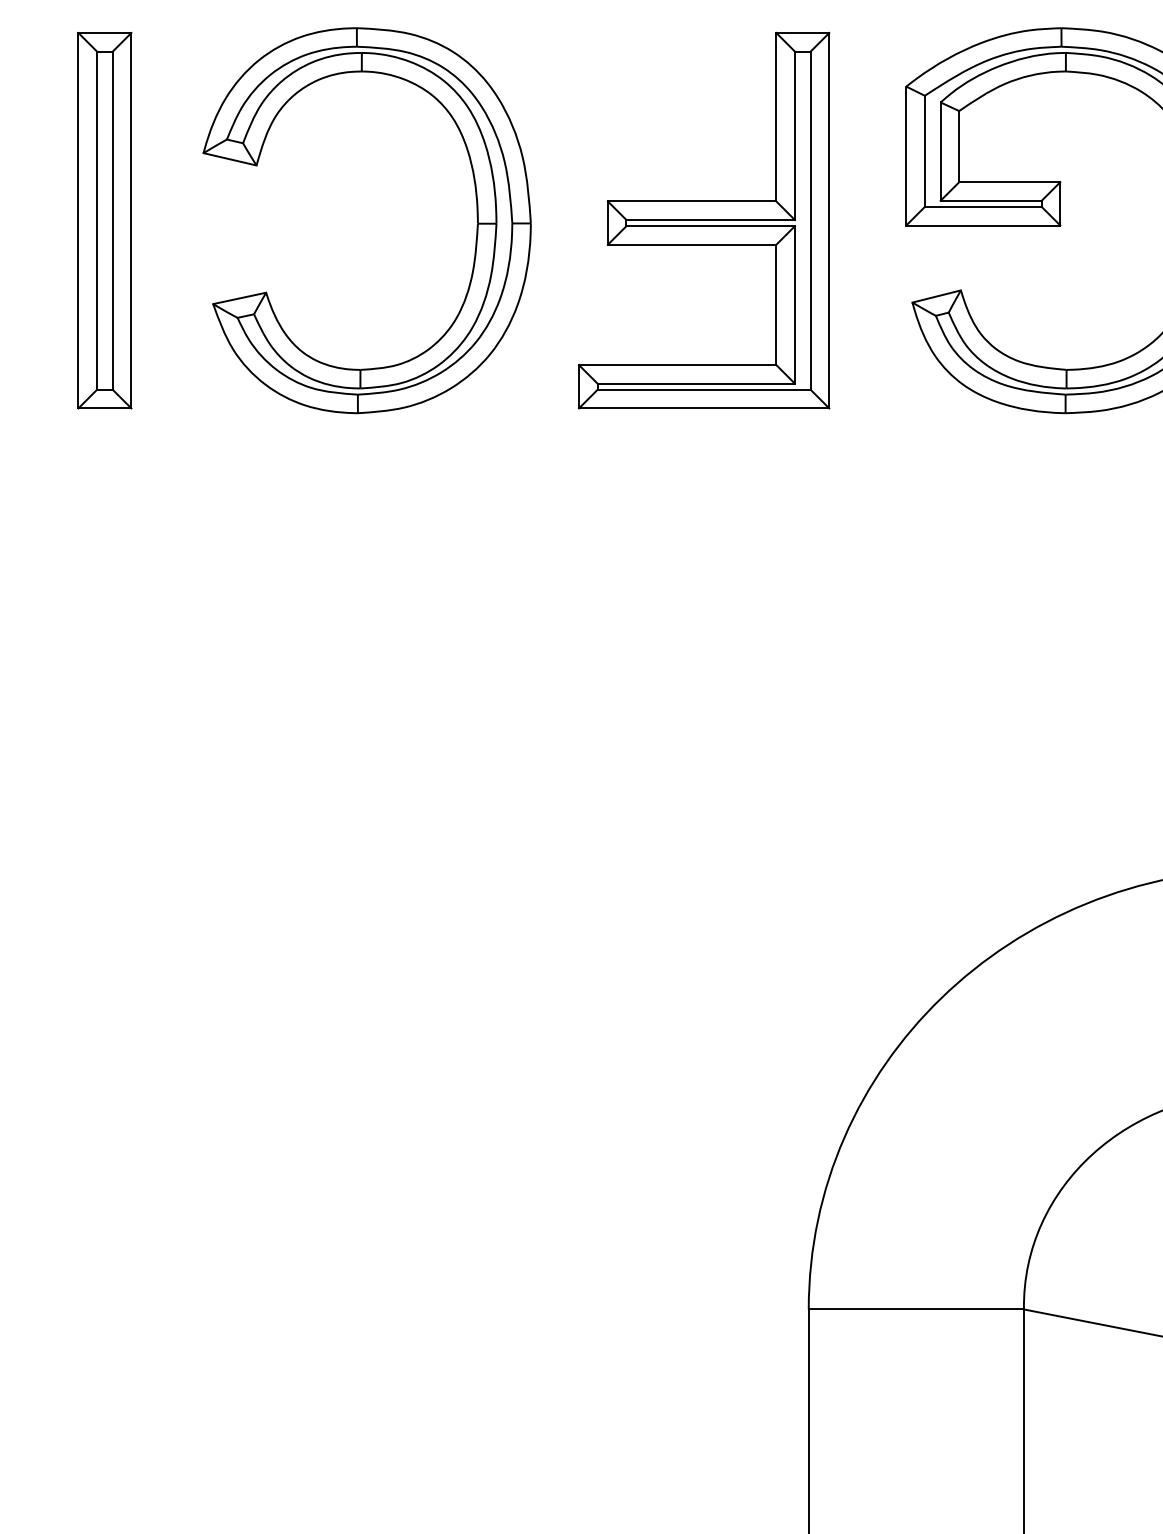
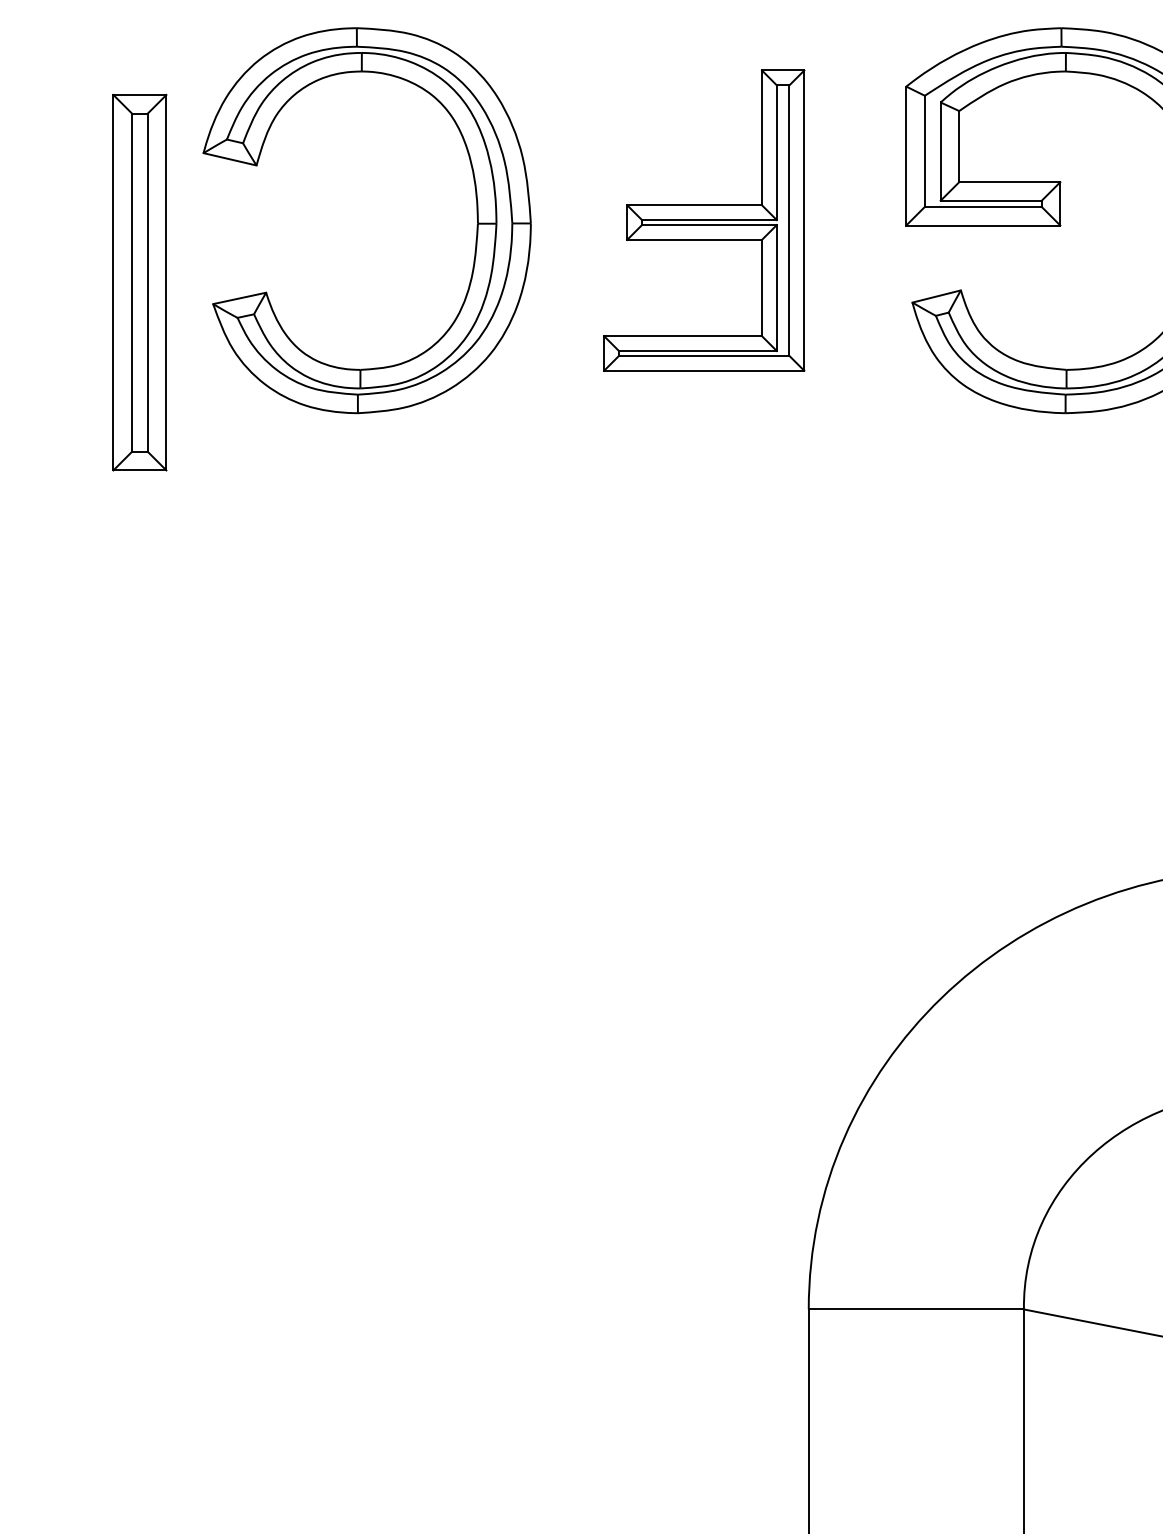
part at (104, 220) position: (104, 220) -> (139, 282)
part at (704, 220) size: 253x379 px -> 203x303 px
